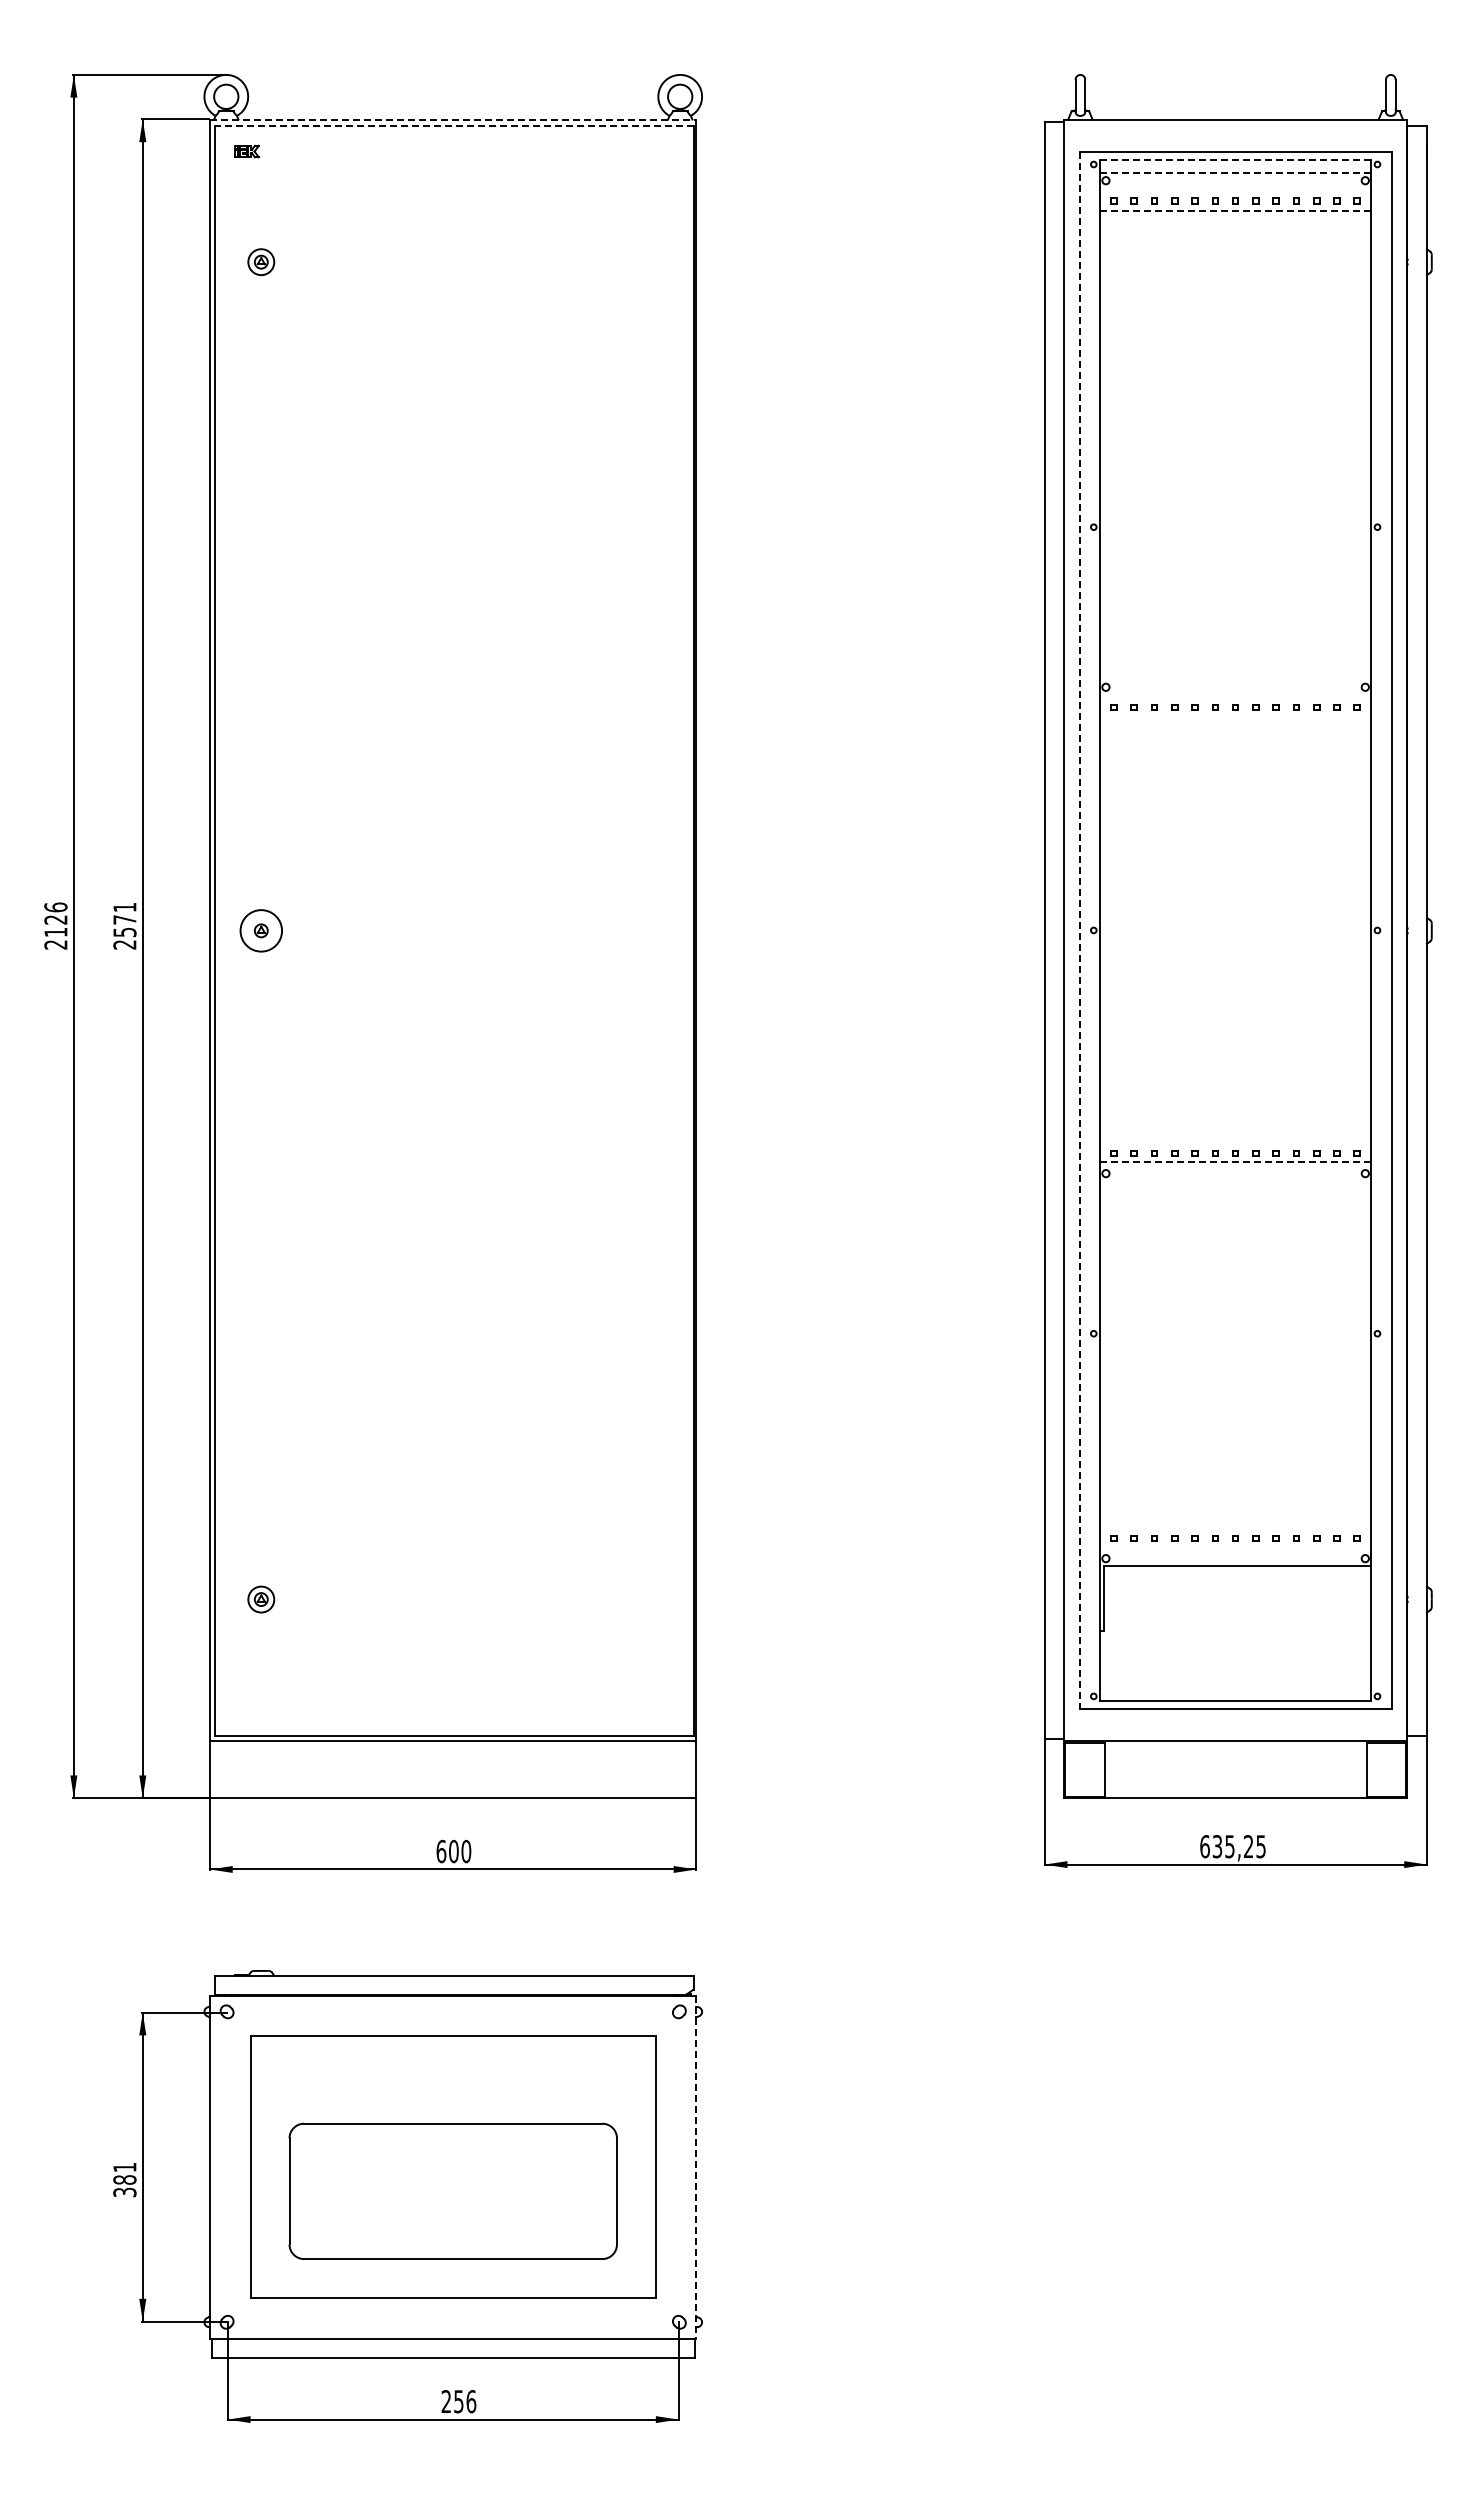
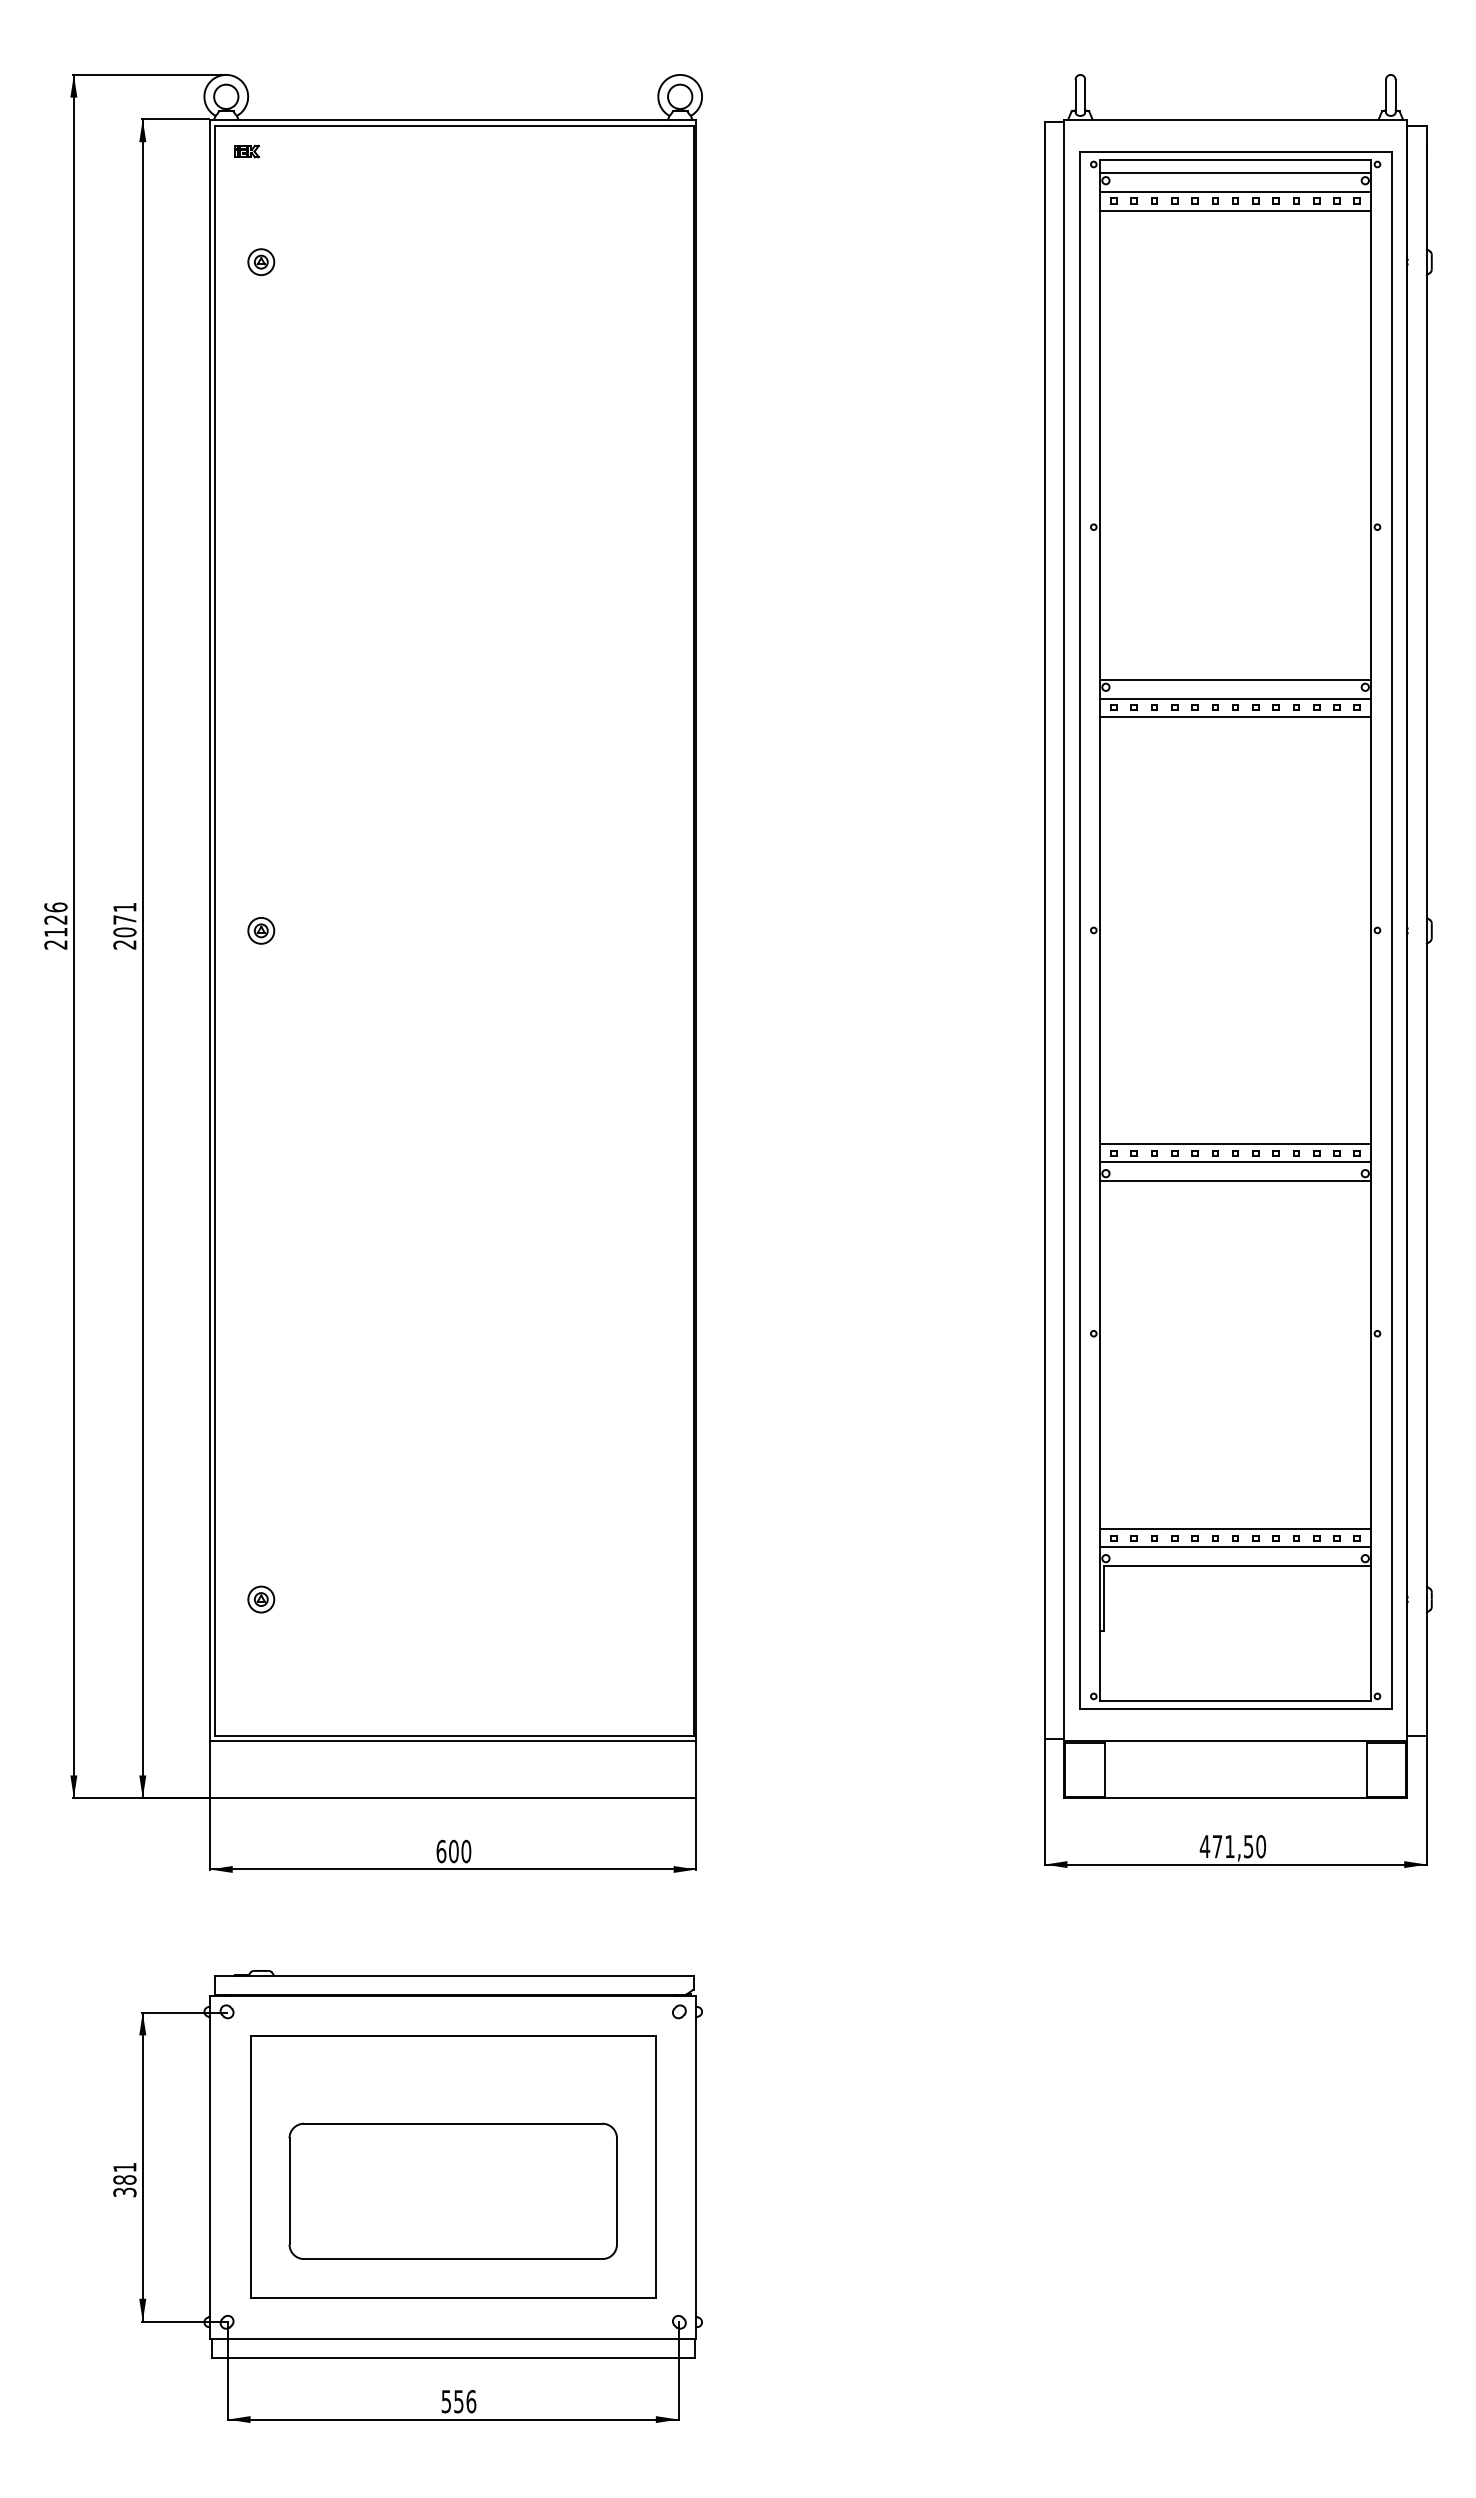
line at (453, 119): dashed -> solid
line at (453, 125): dashed -> solid
line at (1235, 160): dashed -> solid
line at (1235, 173): dashed -> solid
line at (1235, 192): none -> present
line at (1235, 210): dashed -> solid
line at (1235, 680): none -> present
line at (1235, 698): none -> present
line at (1235, 717): none -> present
circle at (261, 930) diameter: 42 px -> 26 px
line at (1079, 930): dashed -> solid
text at (124, 932): 2571 -> 2071
line at (1235, 1143): none -> present
line at (1235, 1162): dashed -> solid
line at (1235, 1180): none -> present
line at (1235, 1528): none -> present
line at (1235, 1547): none -> present
text at (1232, 1846): 635,25 -> 471,50
line at (696, 2167): dashed -> solid
text at (445, 2401): 256 -> 556
